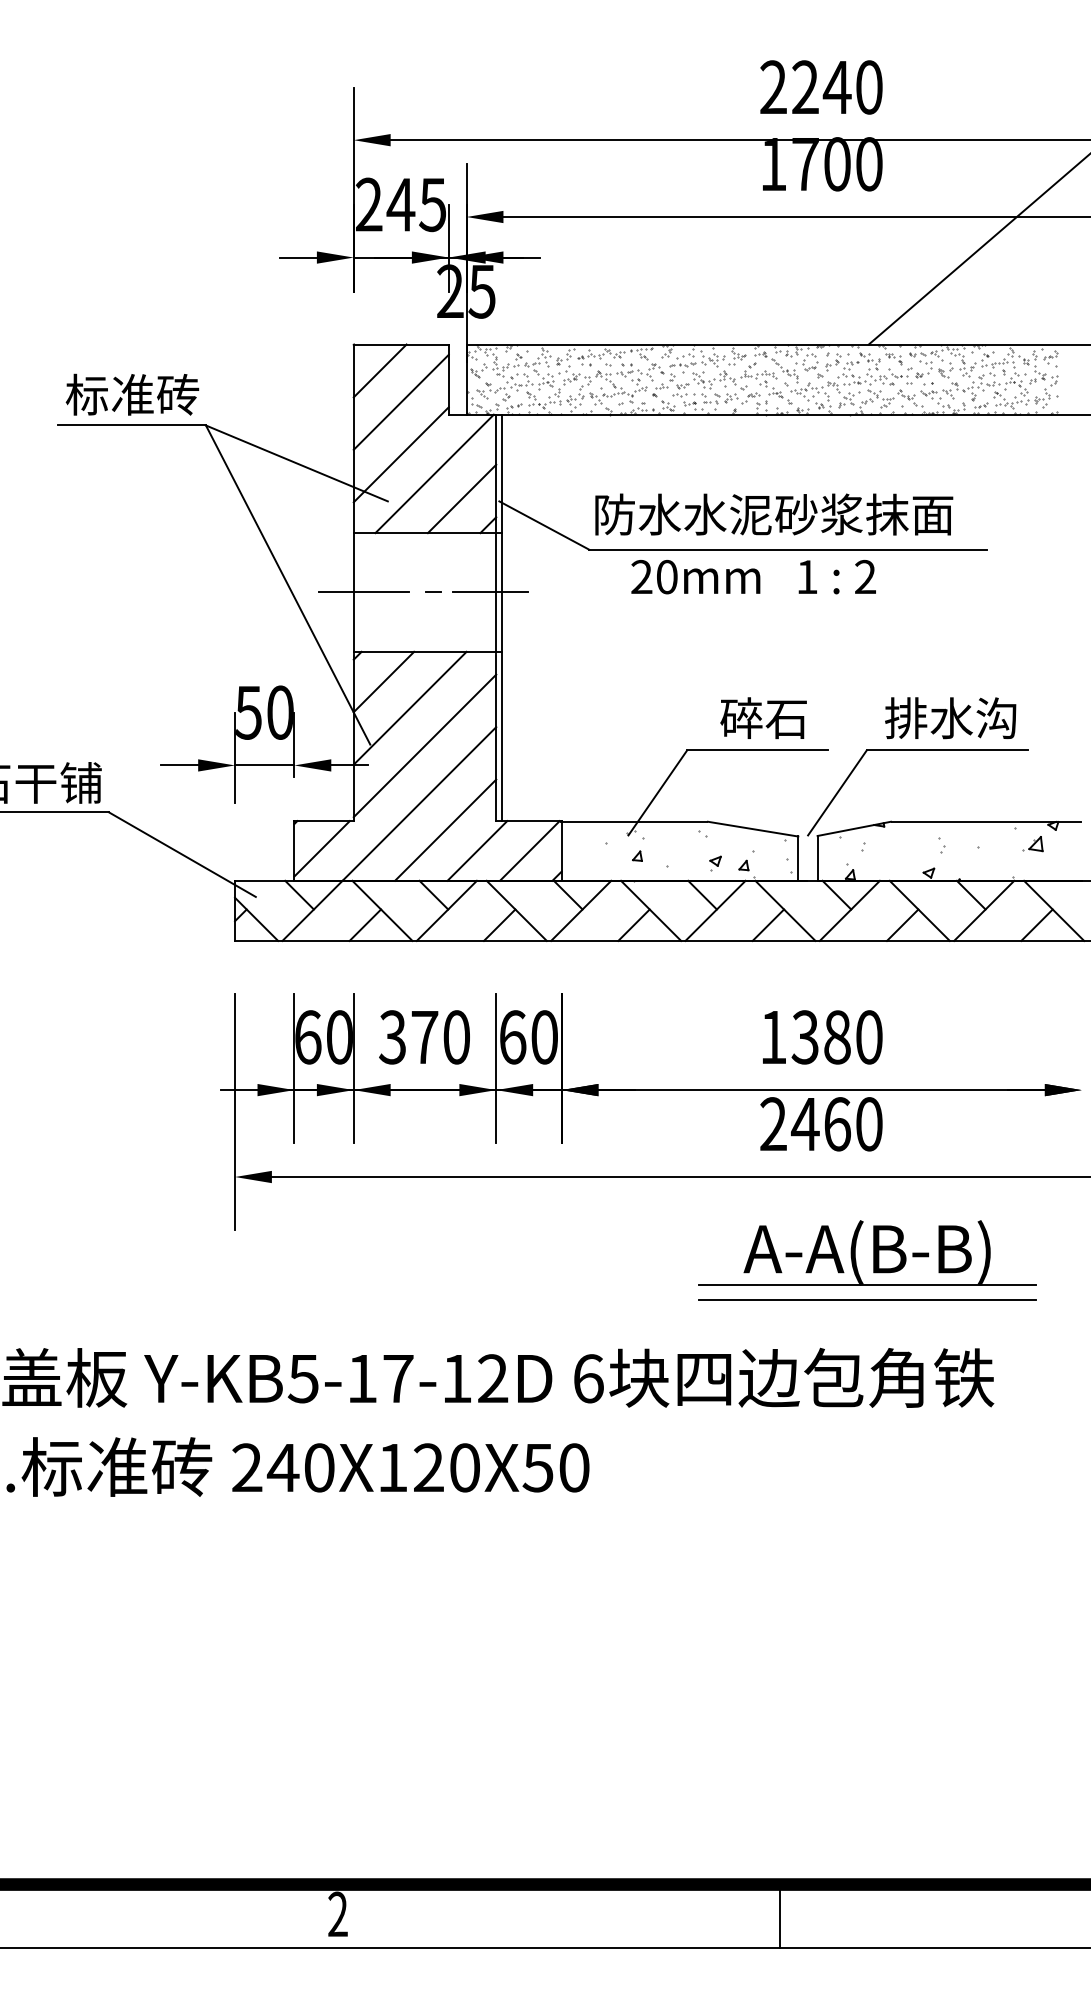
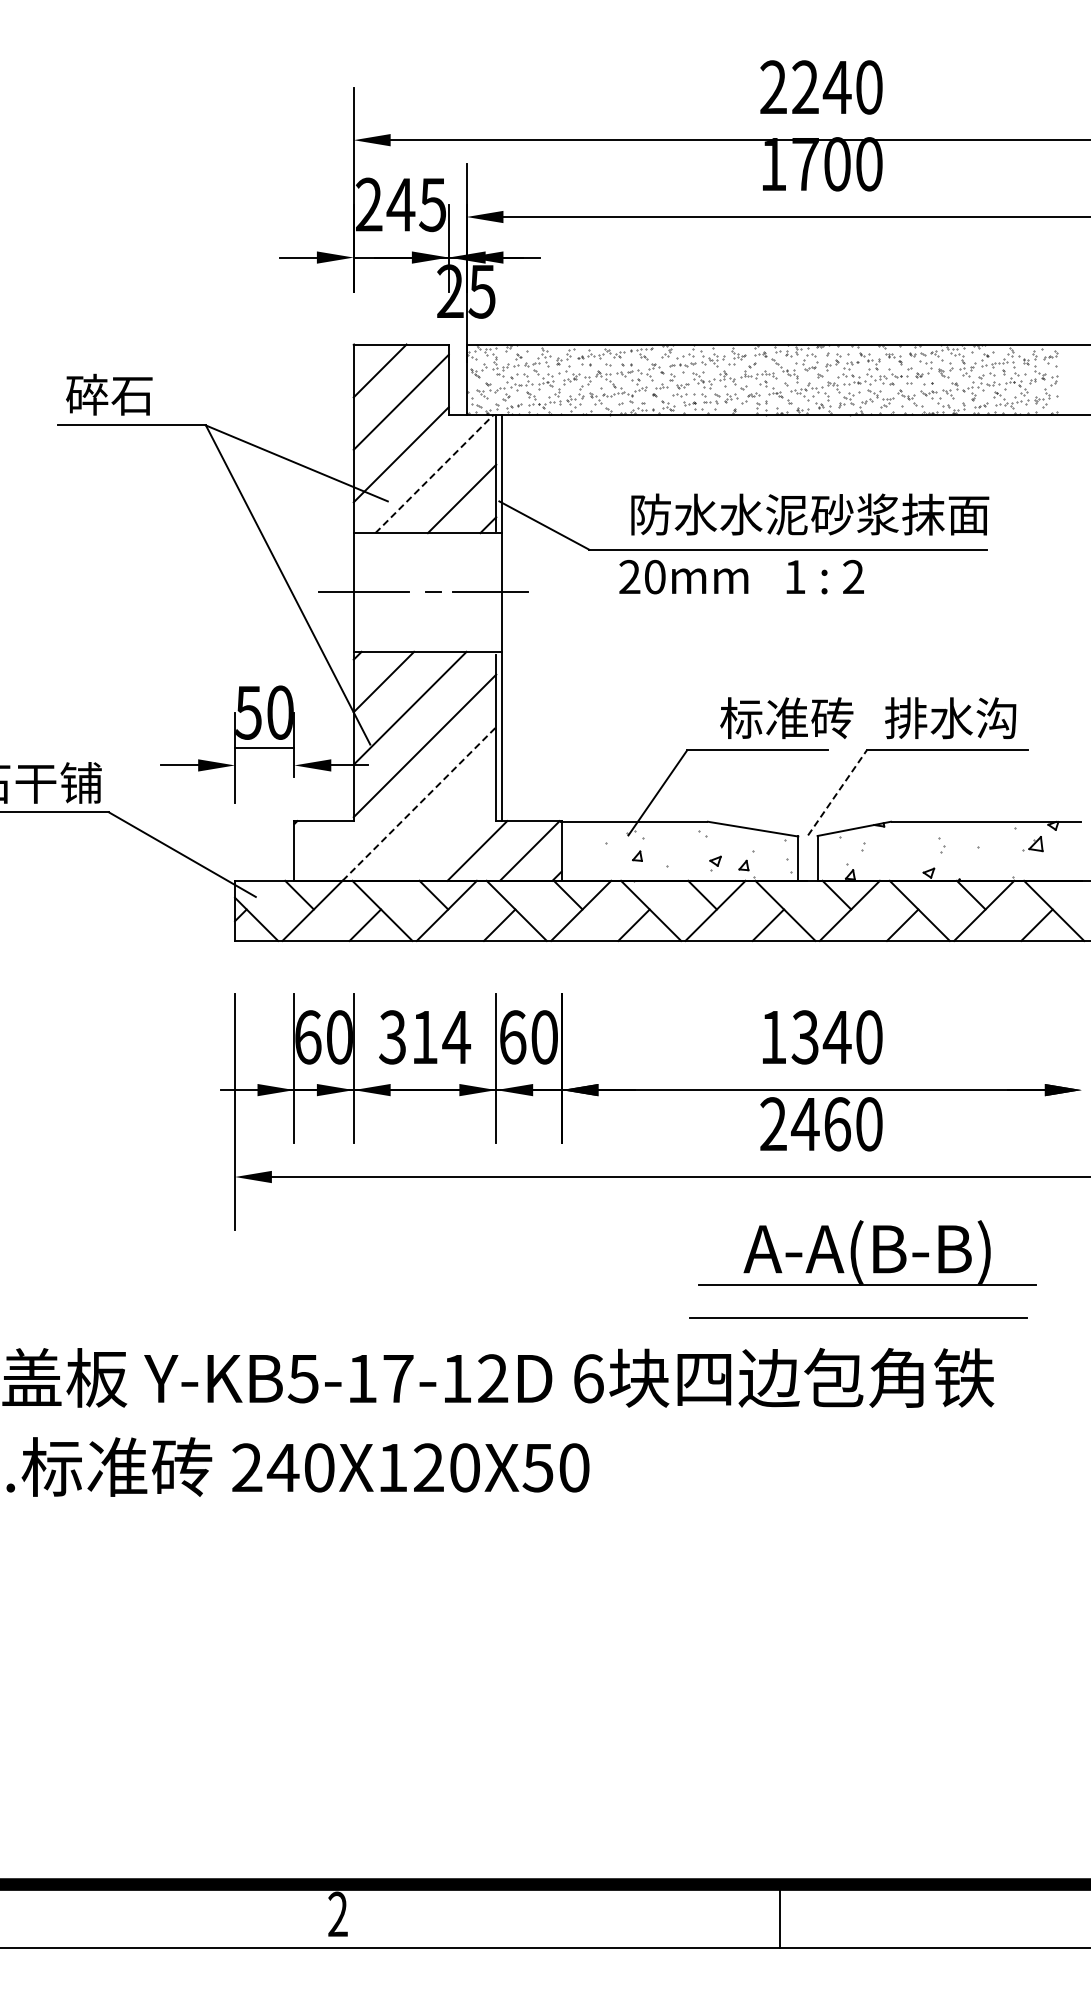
line at (977, 250): present -> none
text at (132, 394): 标准砖 -> 碎石
line at (434, 473): solid -> dashed
text at (774, 514) position: (774, 514) -> (810, 514)
text at (753, 577) position: (753, 577) -> (741, 577)
line at (496, 592): present -> none
text at (786, 718): 碎石 -> 标准砖
line at (264, 765) position: (264, 765) -> (264, 748)
line at (837, 792): solid -> dashed
line at (419, 803): solid -> dashed
line at (445, 829): present -> none
line at (321, 848): present -> none
text at (441, 1037): 370 -> 314
text at (836, 1037): 1380 -> 1340
line at (867, 1299) position: (867, 1299) -> (858, 1317)
